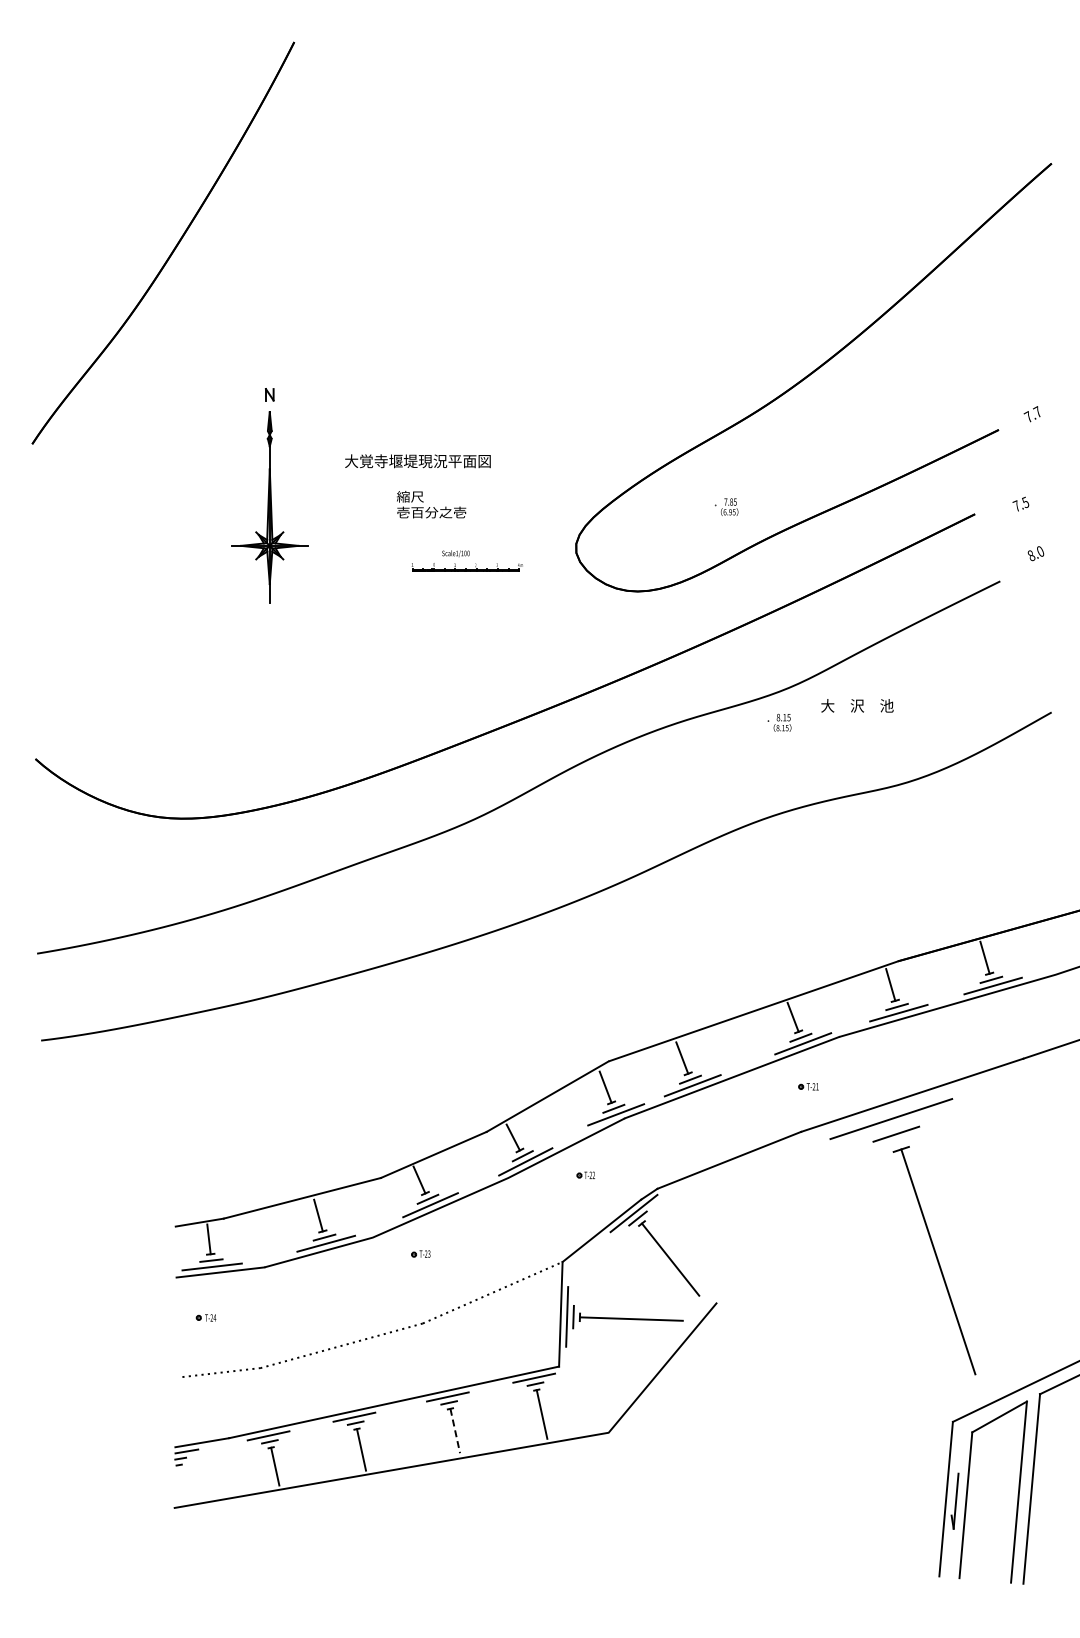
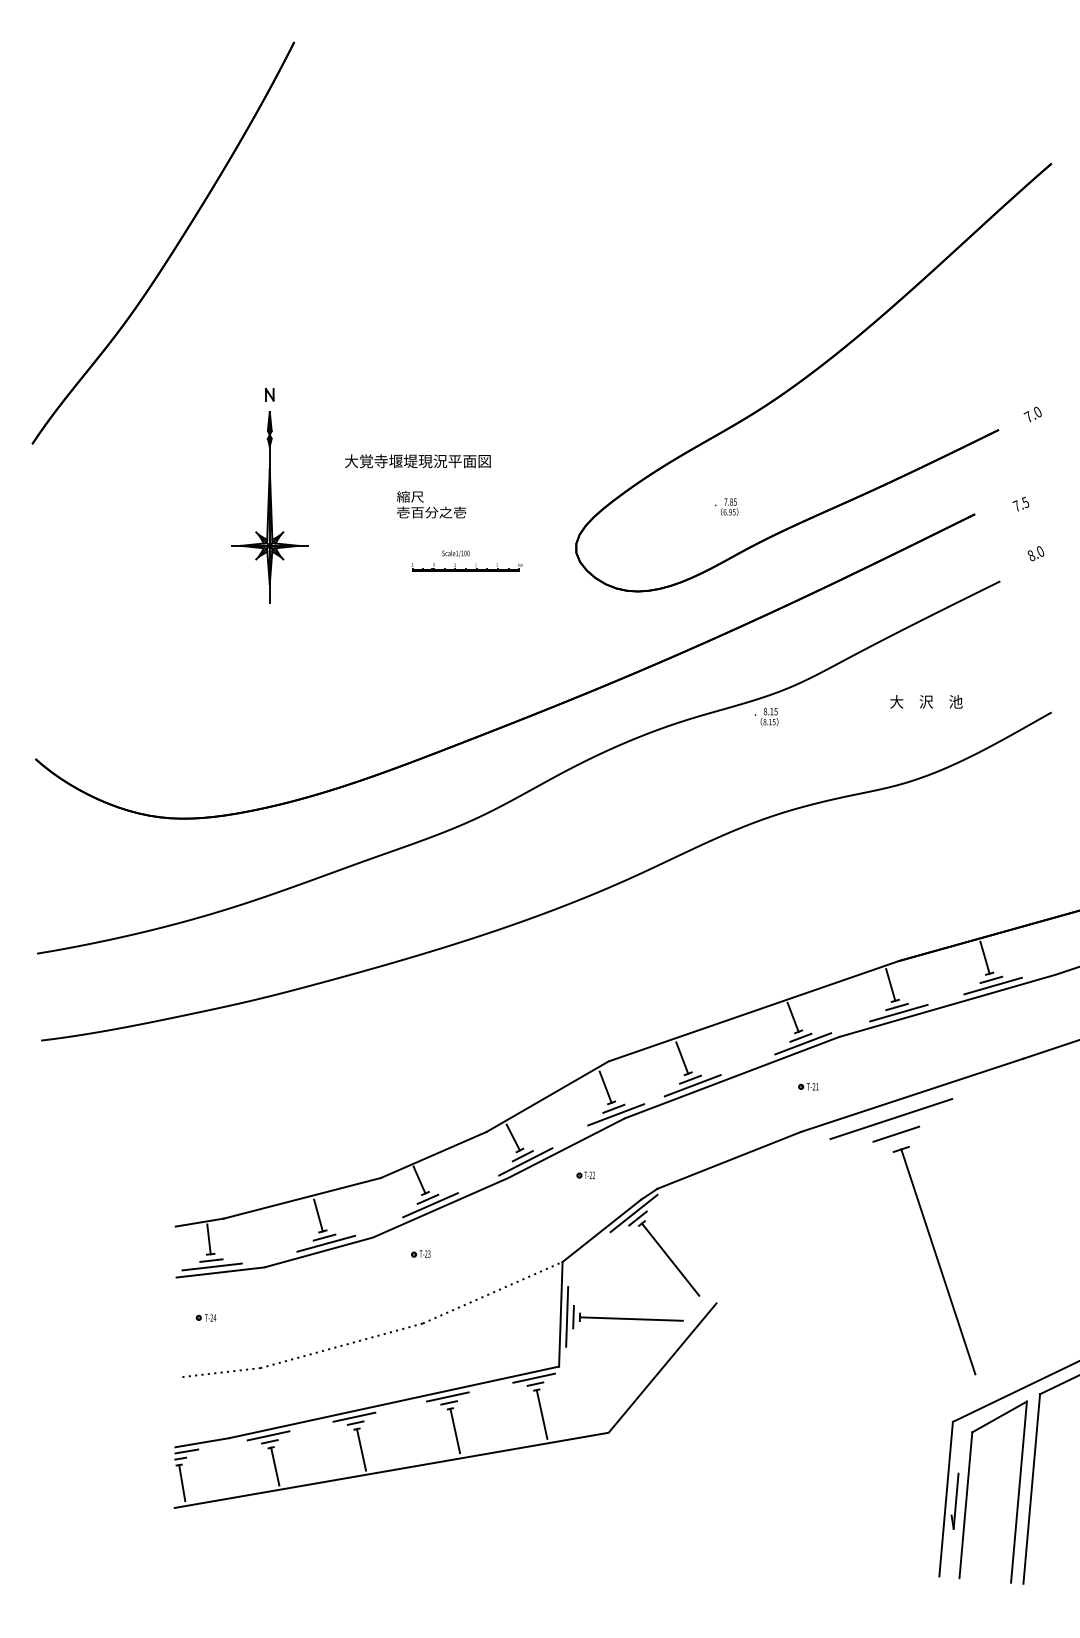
text at (1037, 411): 7.7 -> 7.0
text at (857, 705) position: (857, 705) -> (926, 701)
text at (779, 722) position: (779, 722) -> (766, 716)
line at (455, 1431): dashed -> solid
line at (182, 1483): none -> present
